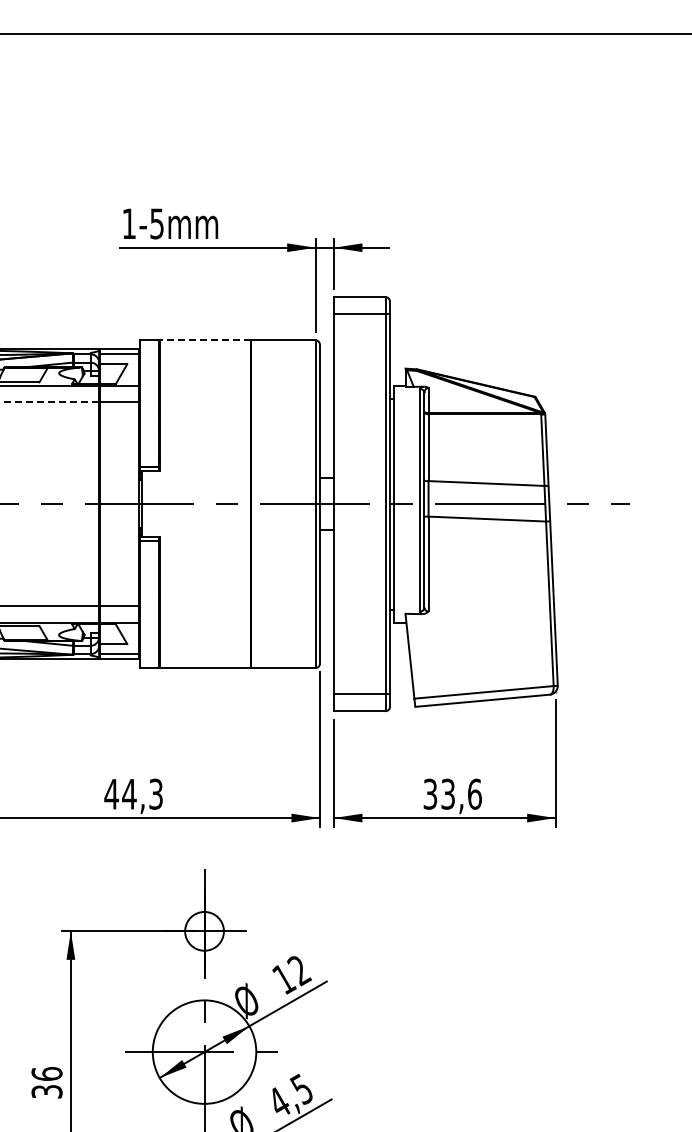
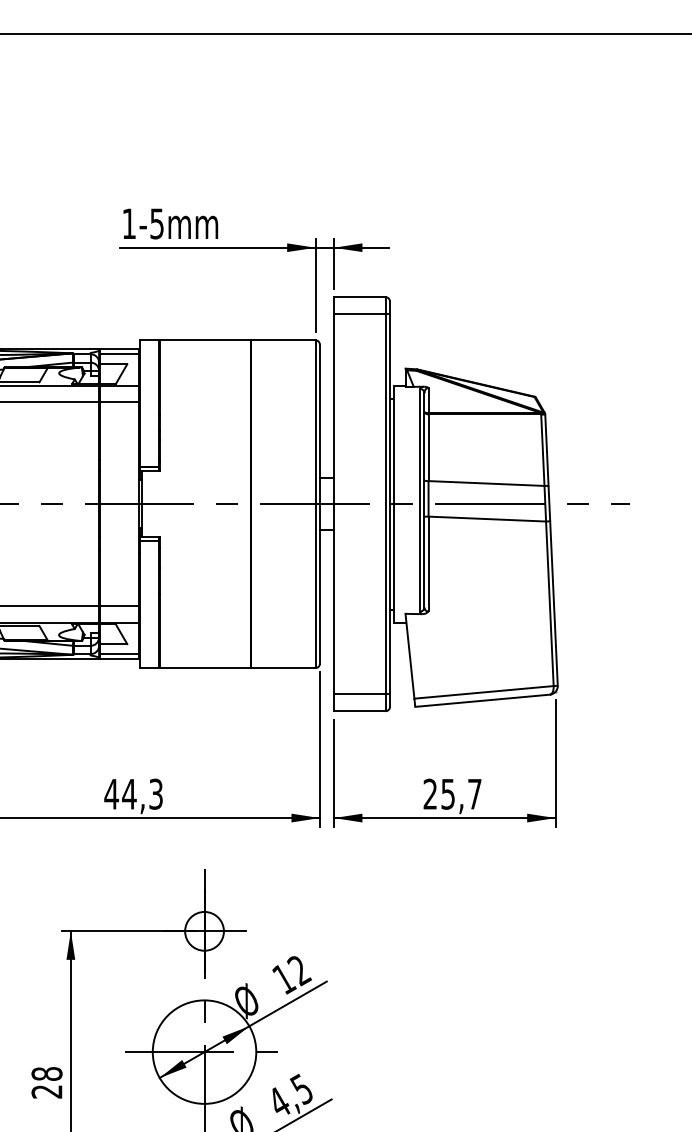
line at (205, 340): dashed -> solid
line at (49, 402): dashed -> solid
text at (452, 793): 33,6 -> 25,7
text at (46, 1082): 36 -> 28
